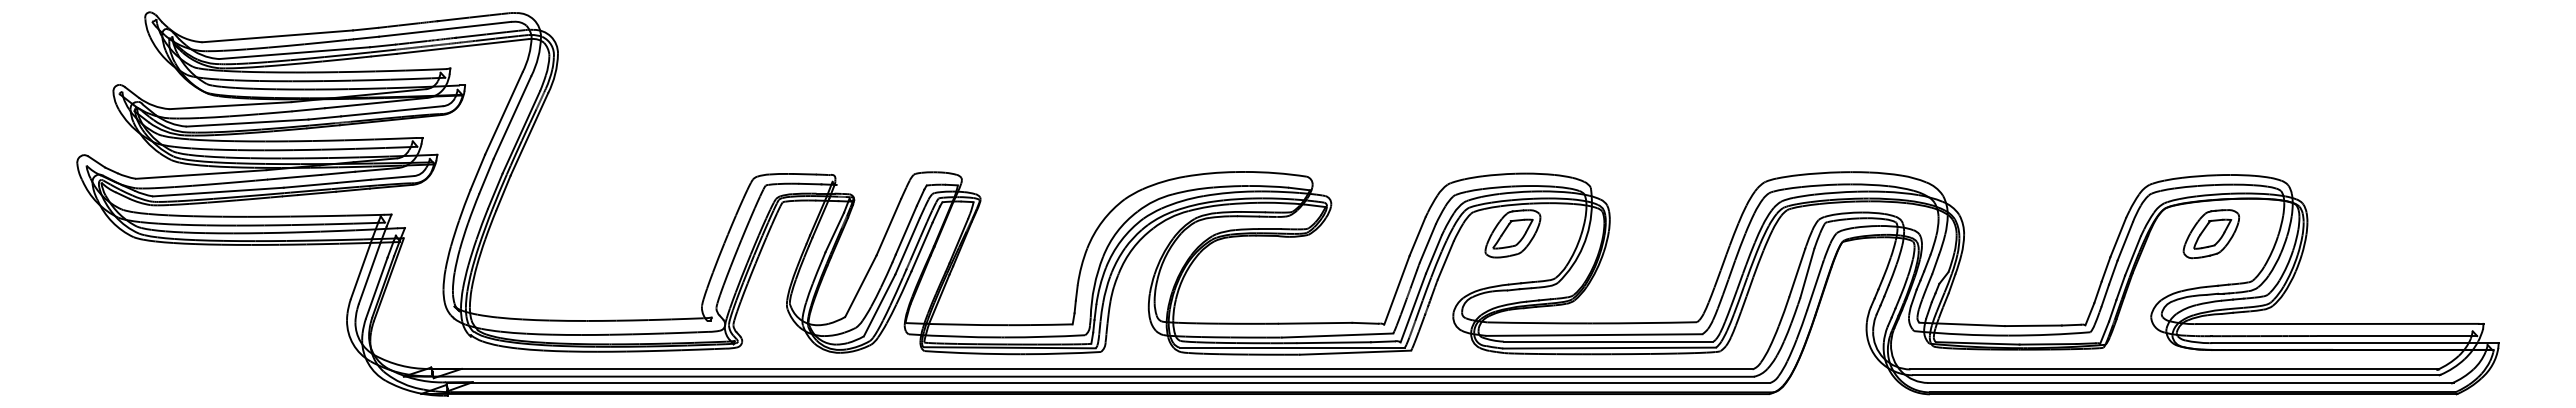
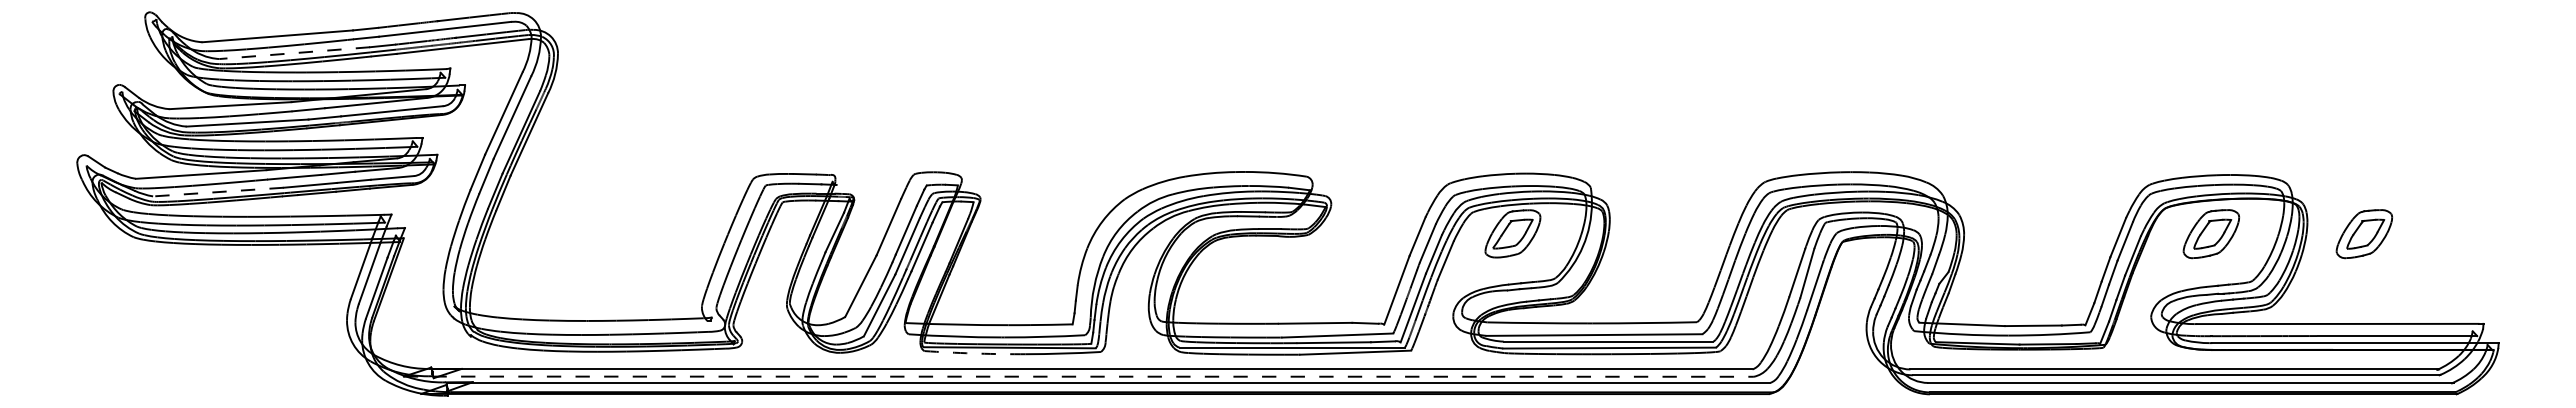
line at (294, 53): solid -> dashed
line at (217, 192): solid -> dashed
part at (2364, 234): none -> present
arc at (972, 353): solid -> dashed
line at (1078, 376): solid -> dashed
